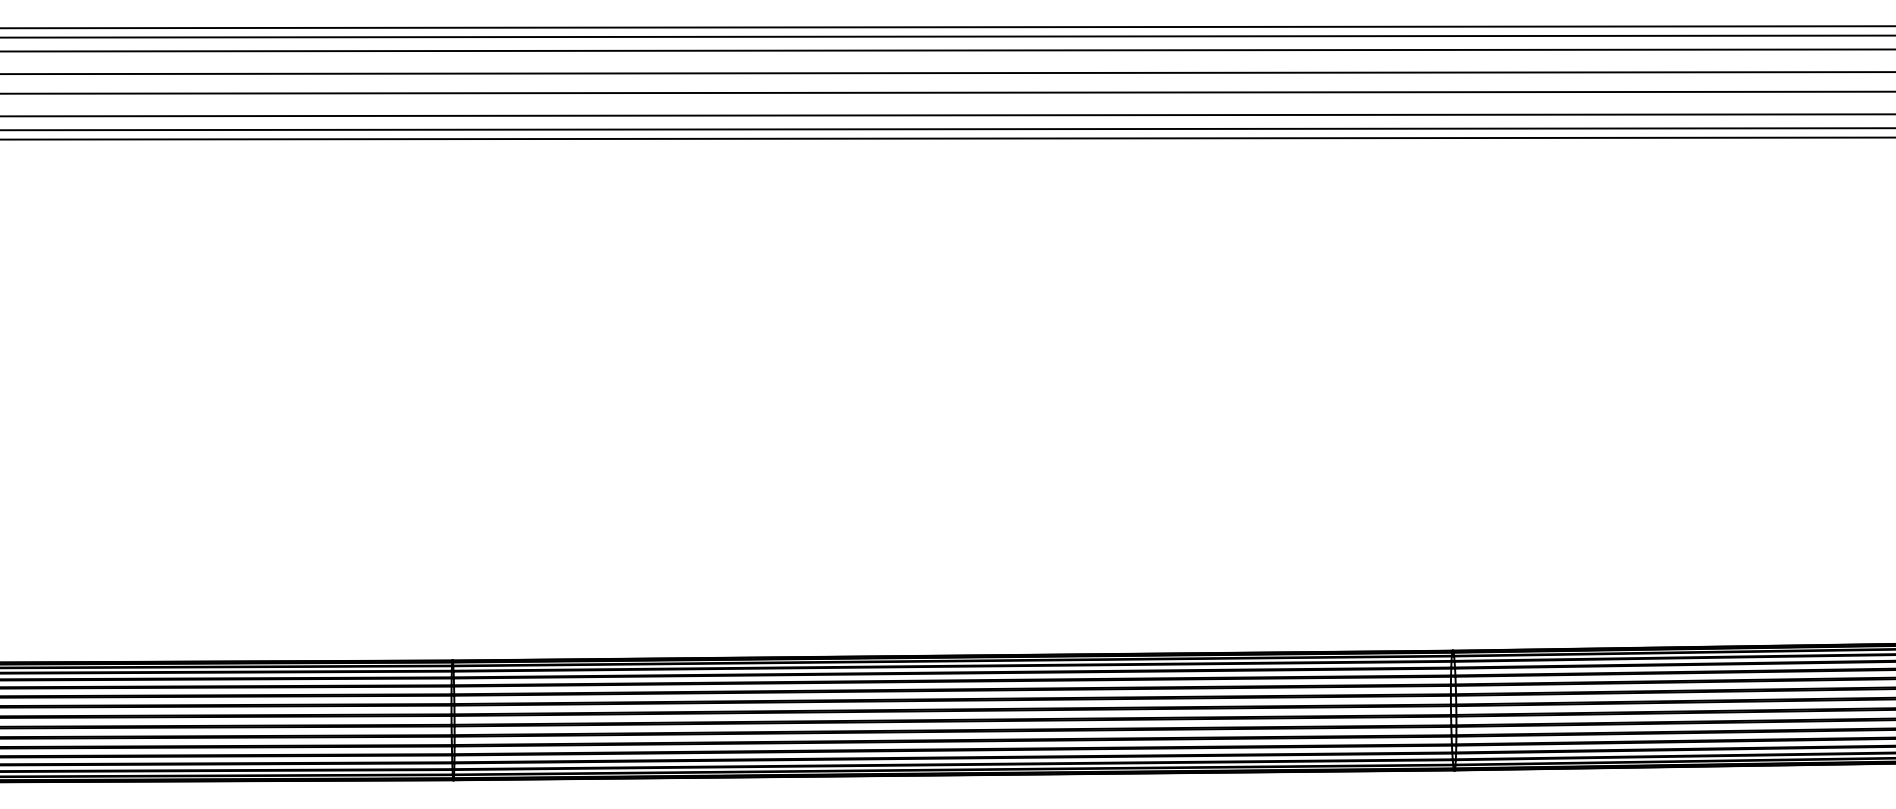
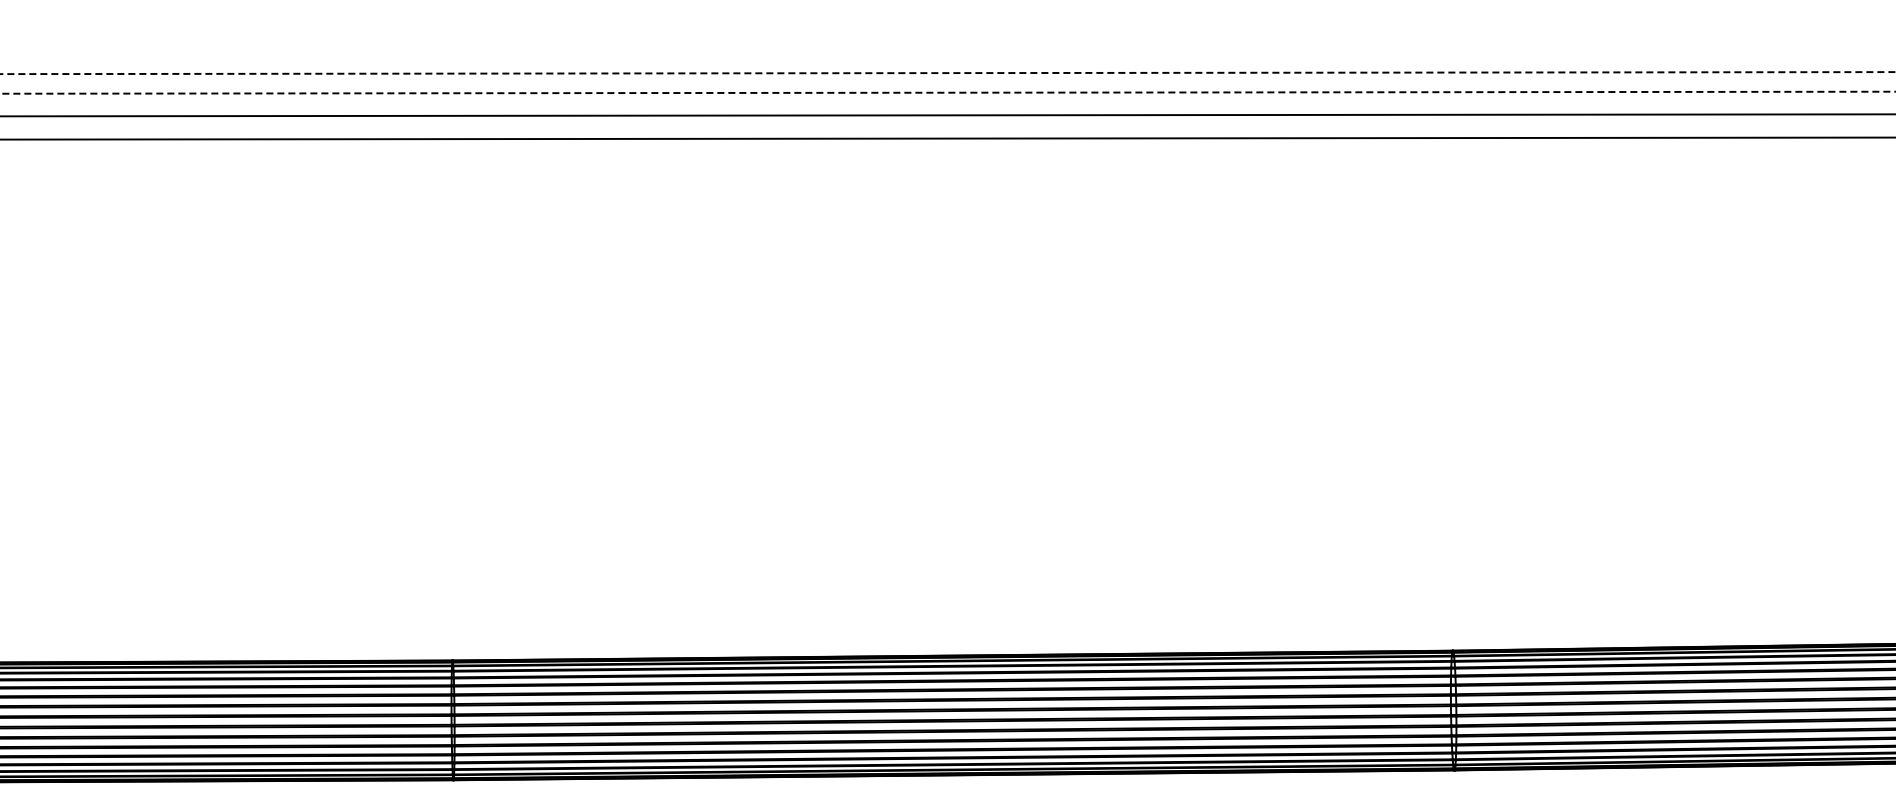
line at (947, 27): present -> none
line at (947, 36): present -> none
line at (947, 50): present -> none
line at (947, 73): solid -> dashed
line at (947, 92): solid -> dashed
line at (947, 129): present -> none
